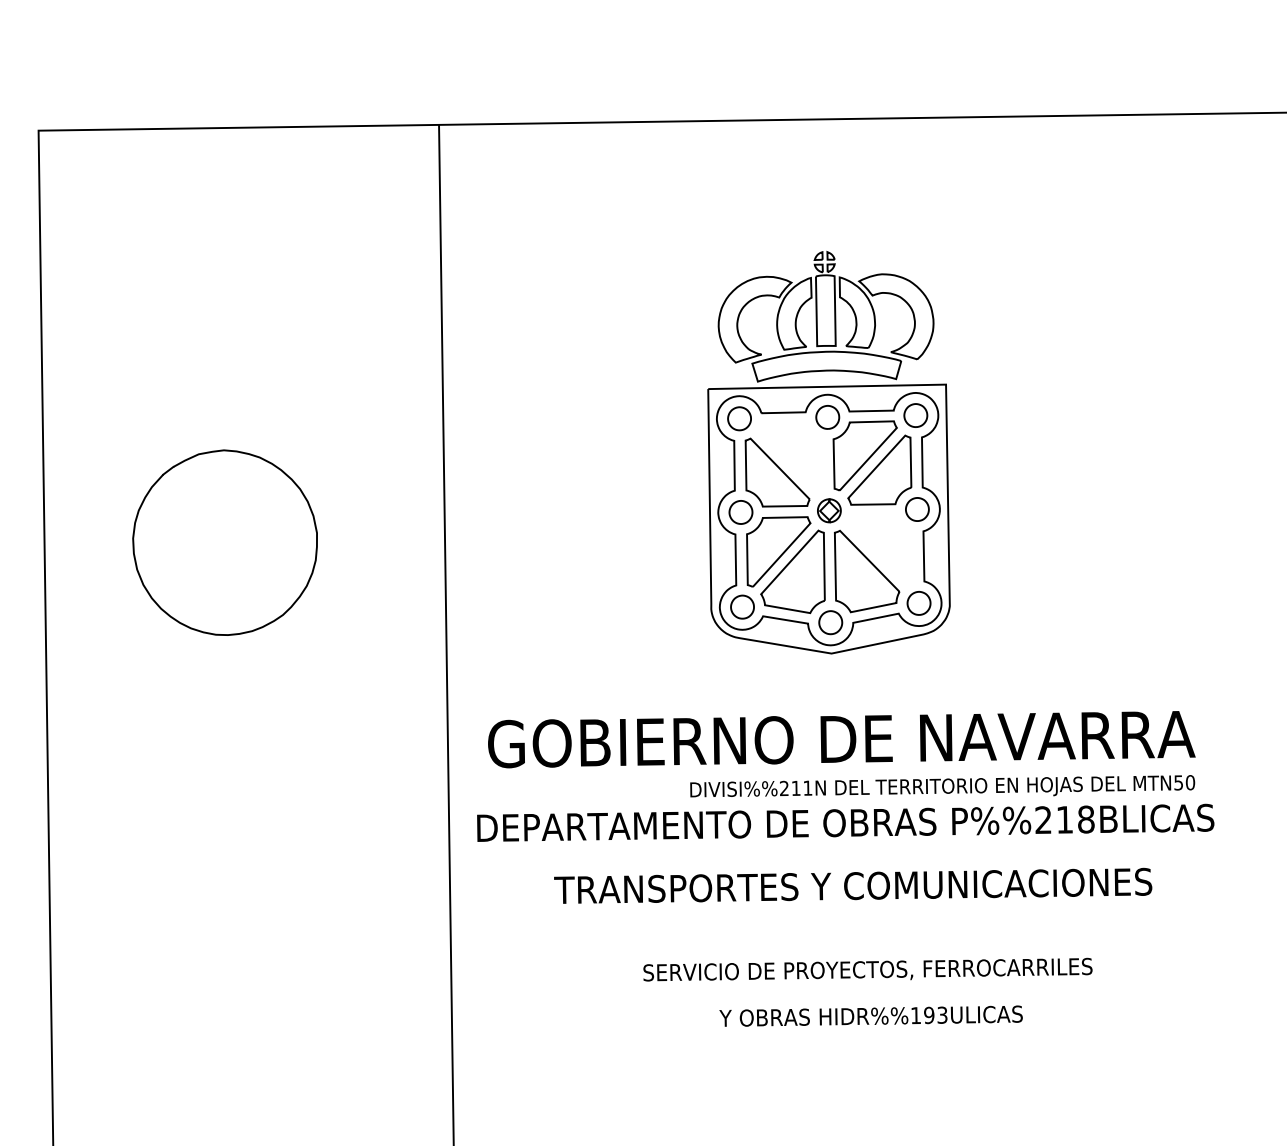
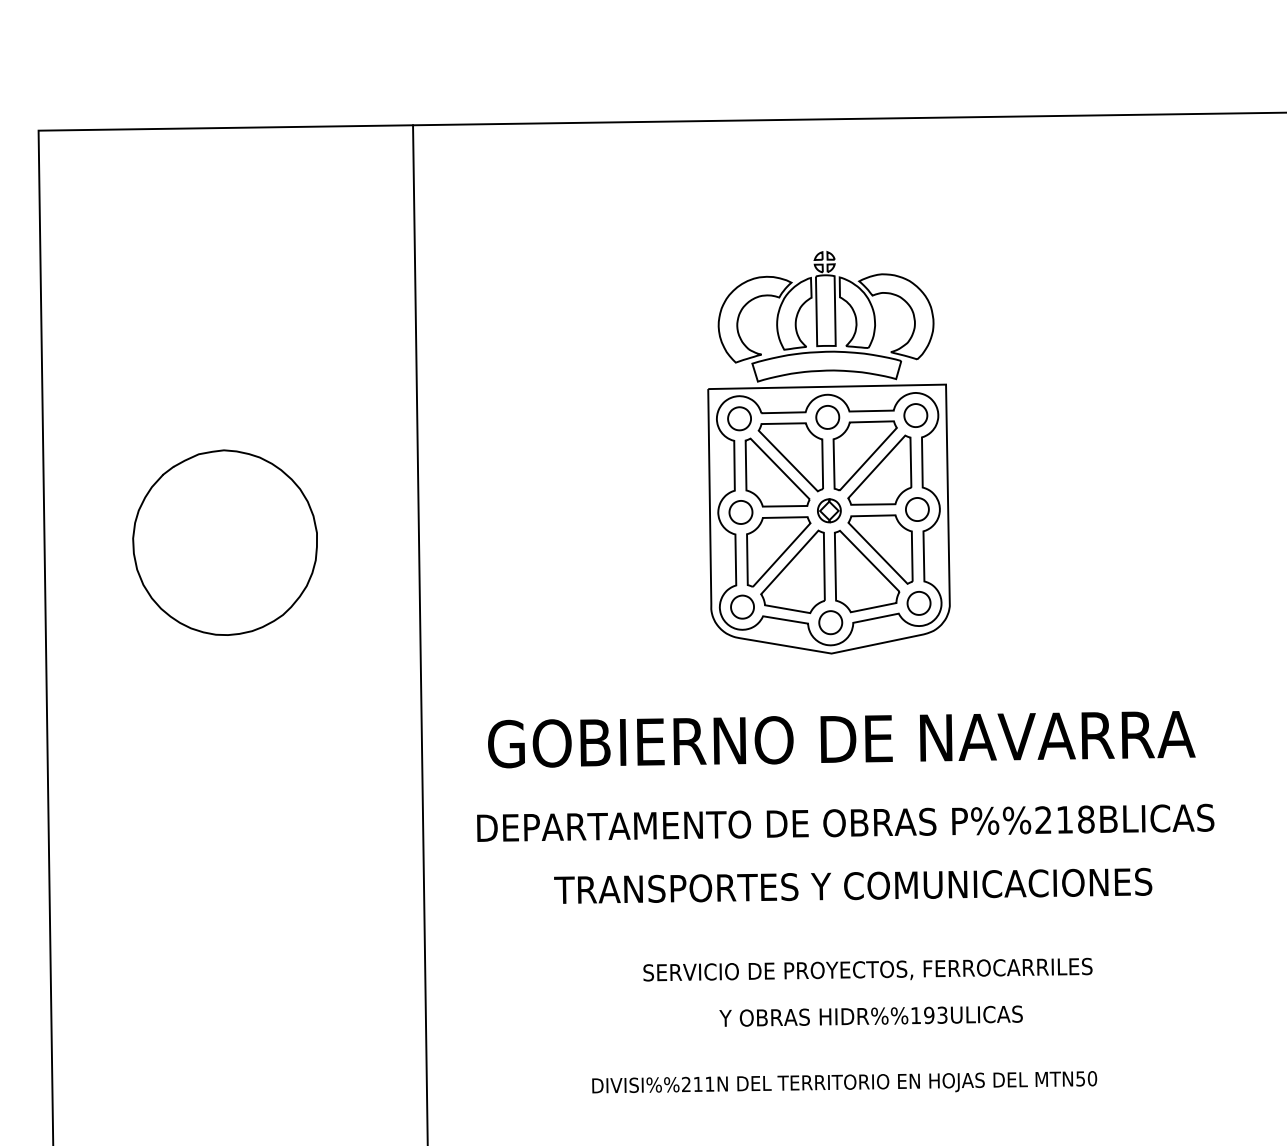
part at (790, 457): none -> present
part at (880, 549): none -> present
line at (446, 633) position: (446, 633) -> (420, 633)
text at (942, 786) position: (942, 786) -> (844, 1082)
